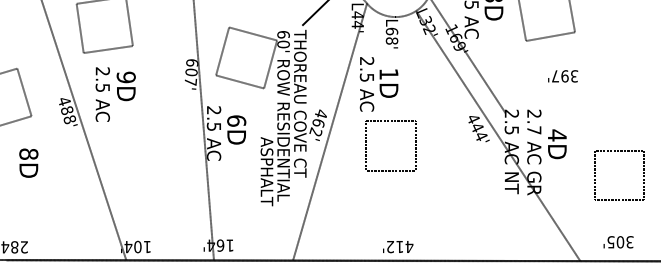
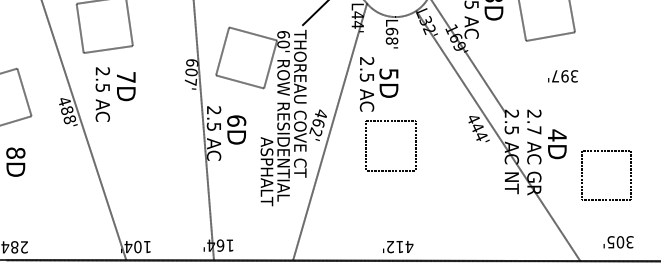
text at (388, 73): 1D -> 5D
text at (125, 77): 9D -> 7D
text at (28, 162) position: (28, 162) -> (15, 161)
part at (595, 175) position: (595, 175) -> (582, 175)
